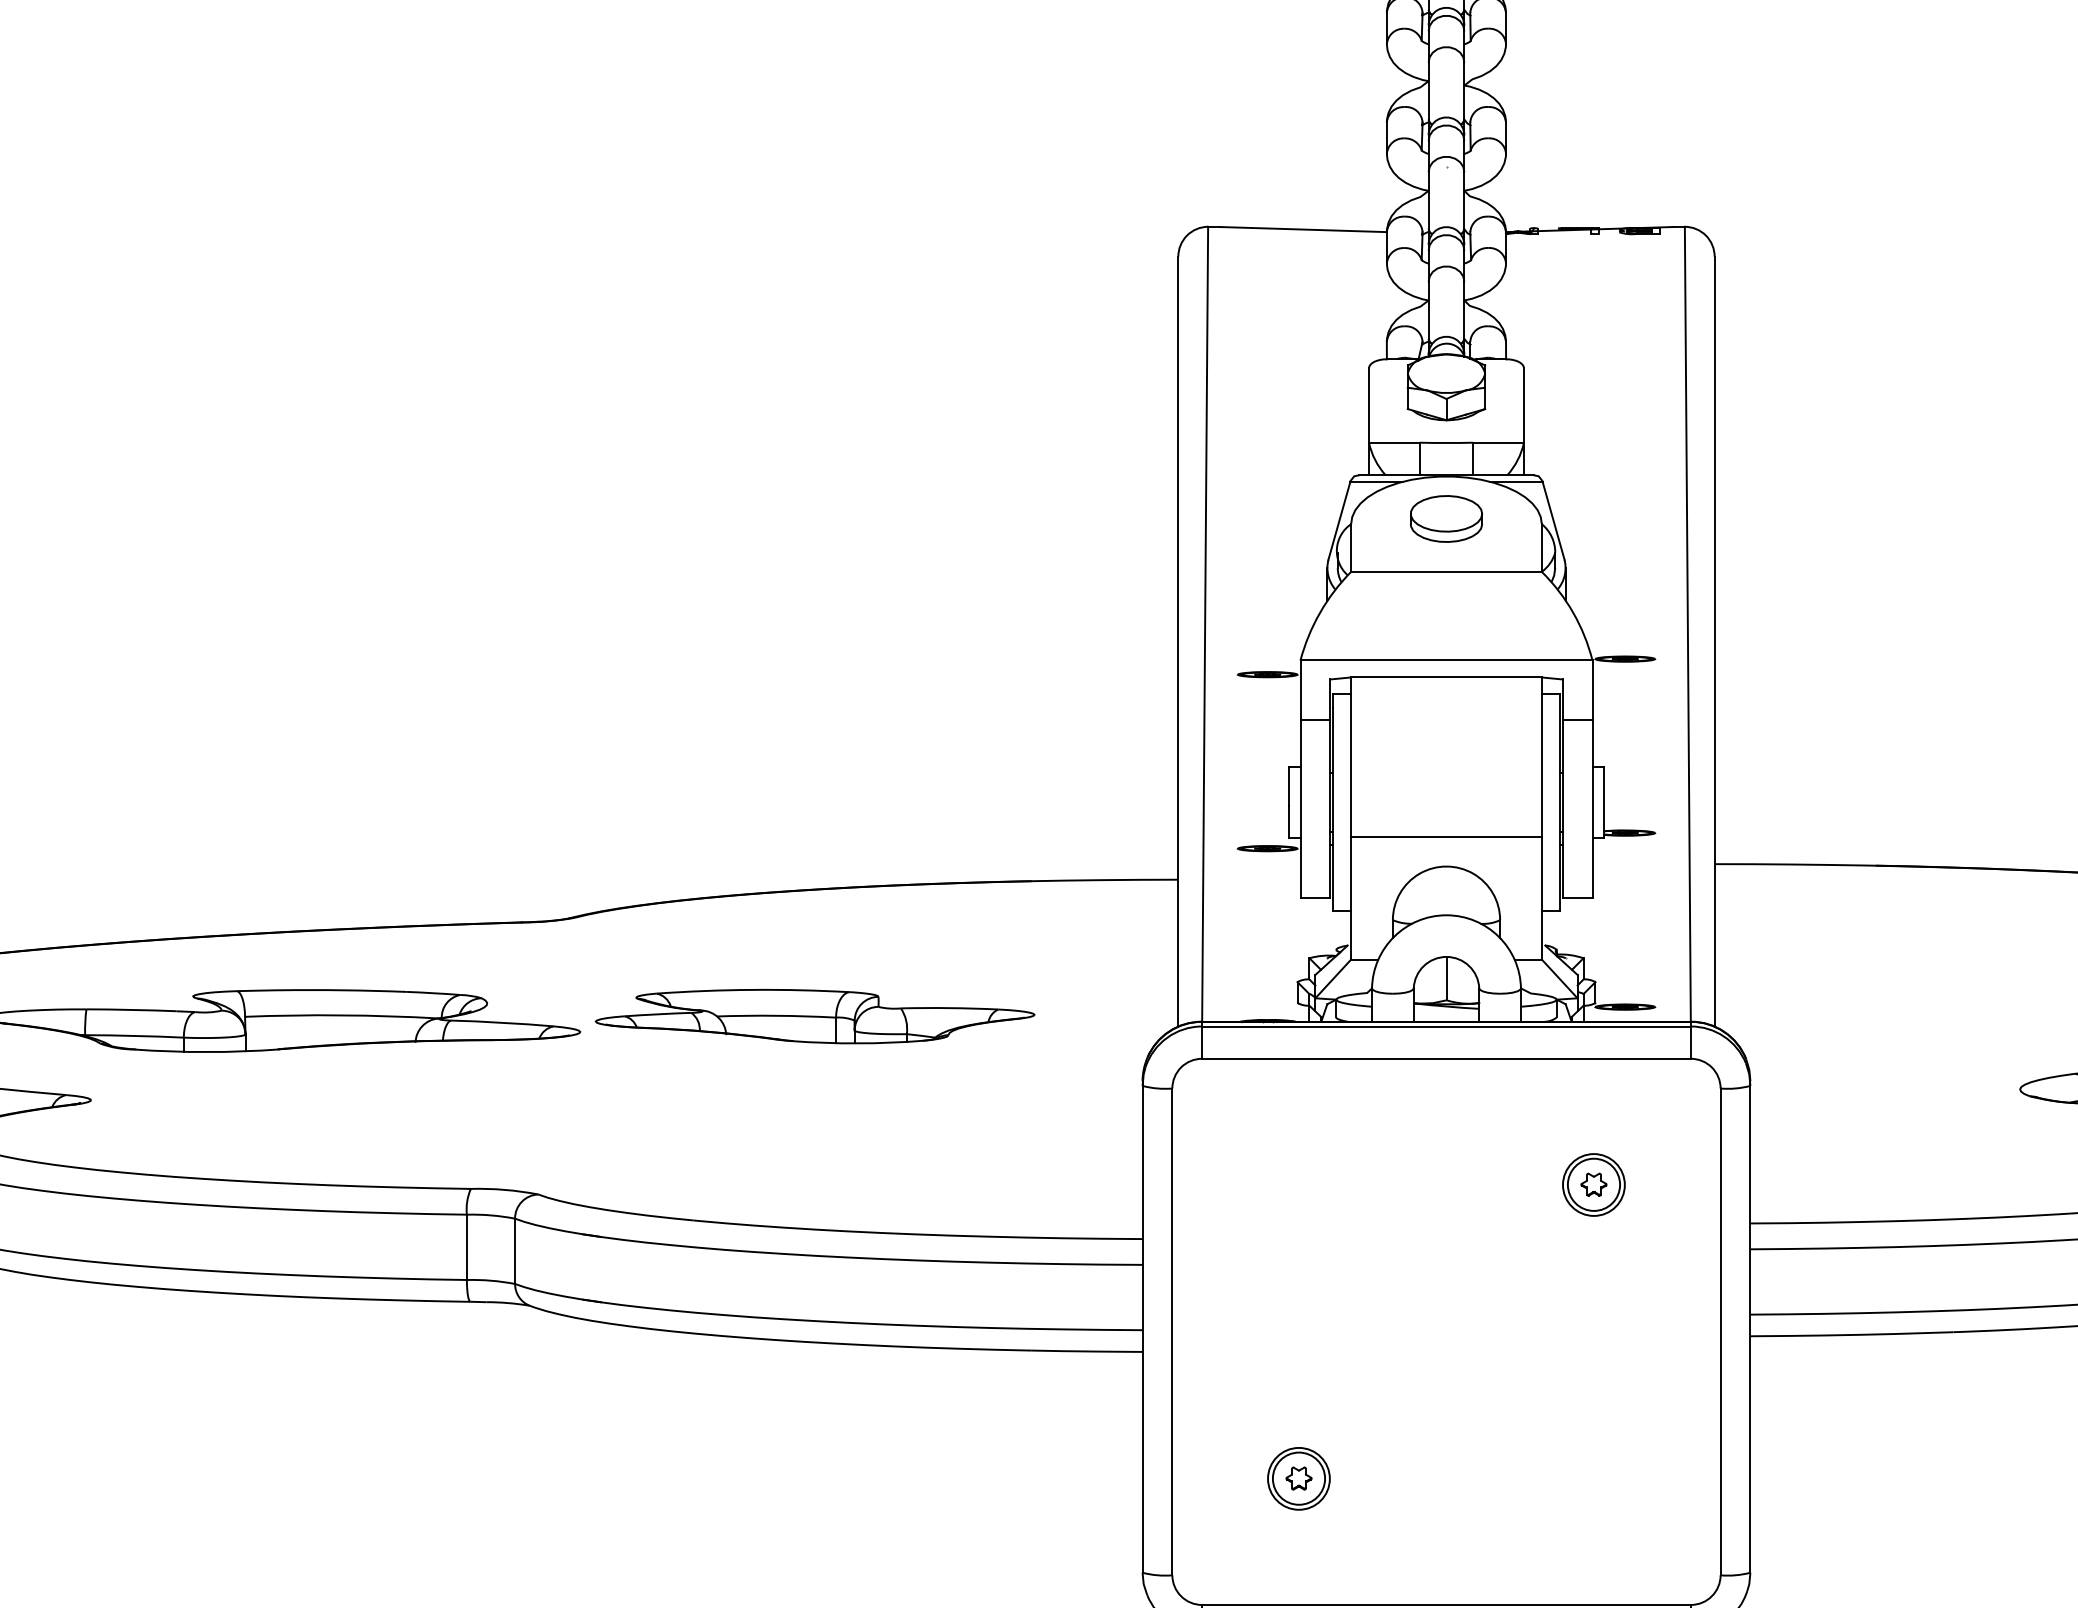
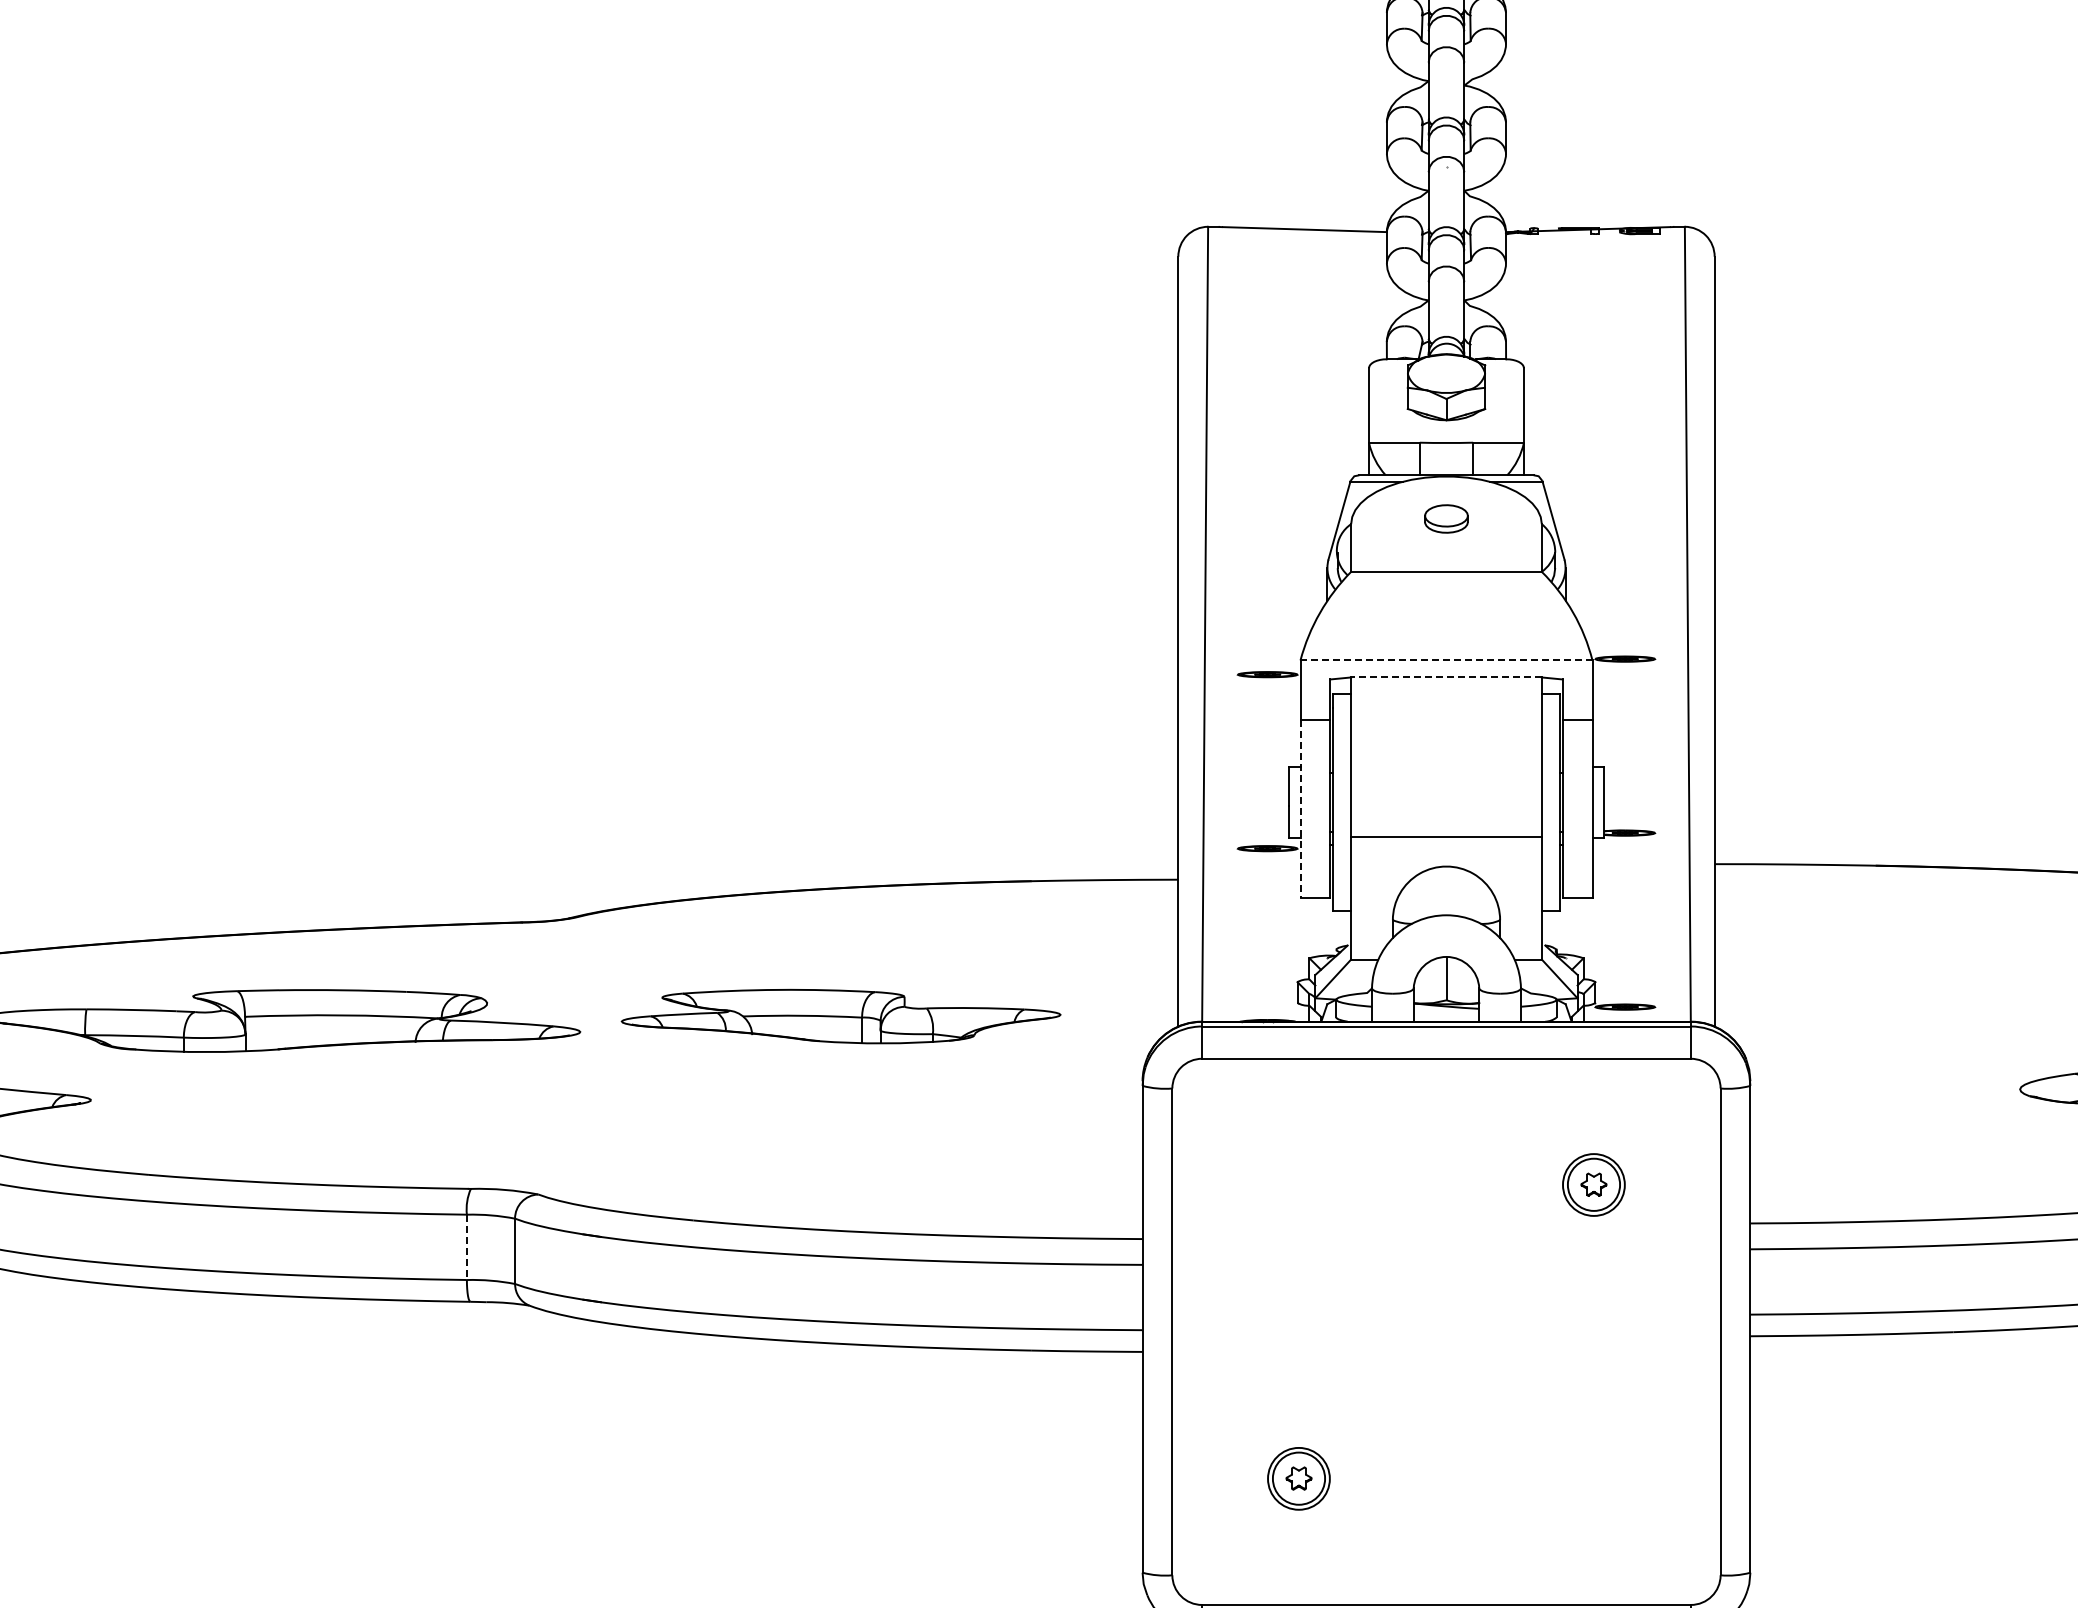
part at (1446, 518) size: 73x48 px -> 45x30 px
line at (1446, 660): solid -> dashed
line at (1446, 677): solid -> dashed
line at (1300, 808): solid -> dashed
part at (814, 1016) position: (814, 1016) -> (840, 1016)
line at (466, 1247): solid -> dashed
